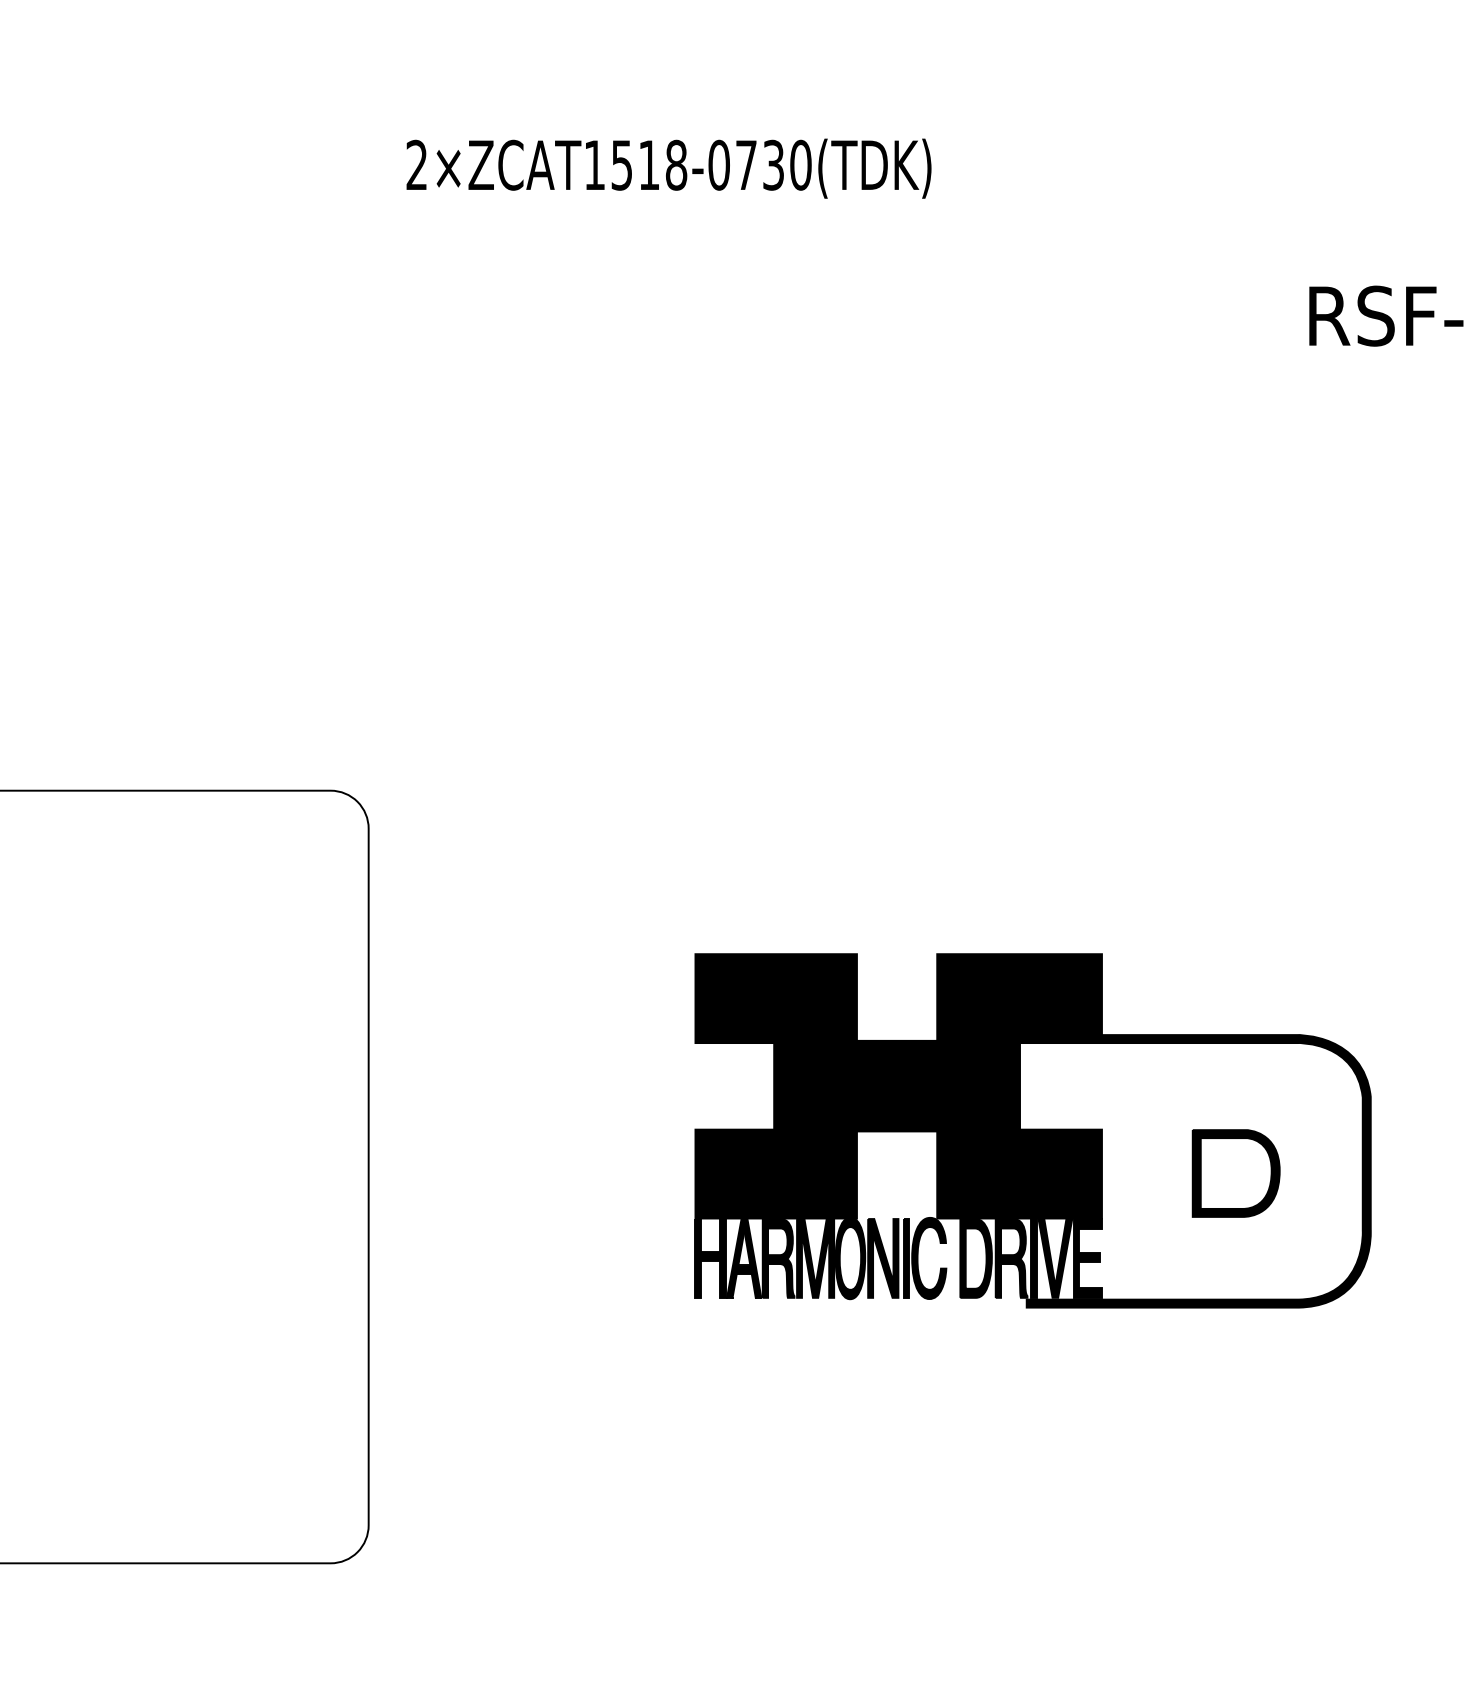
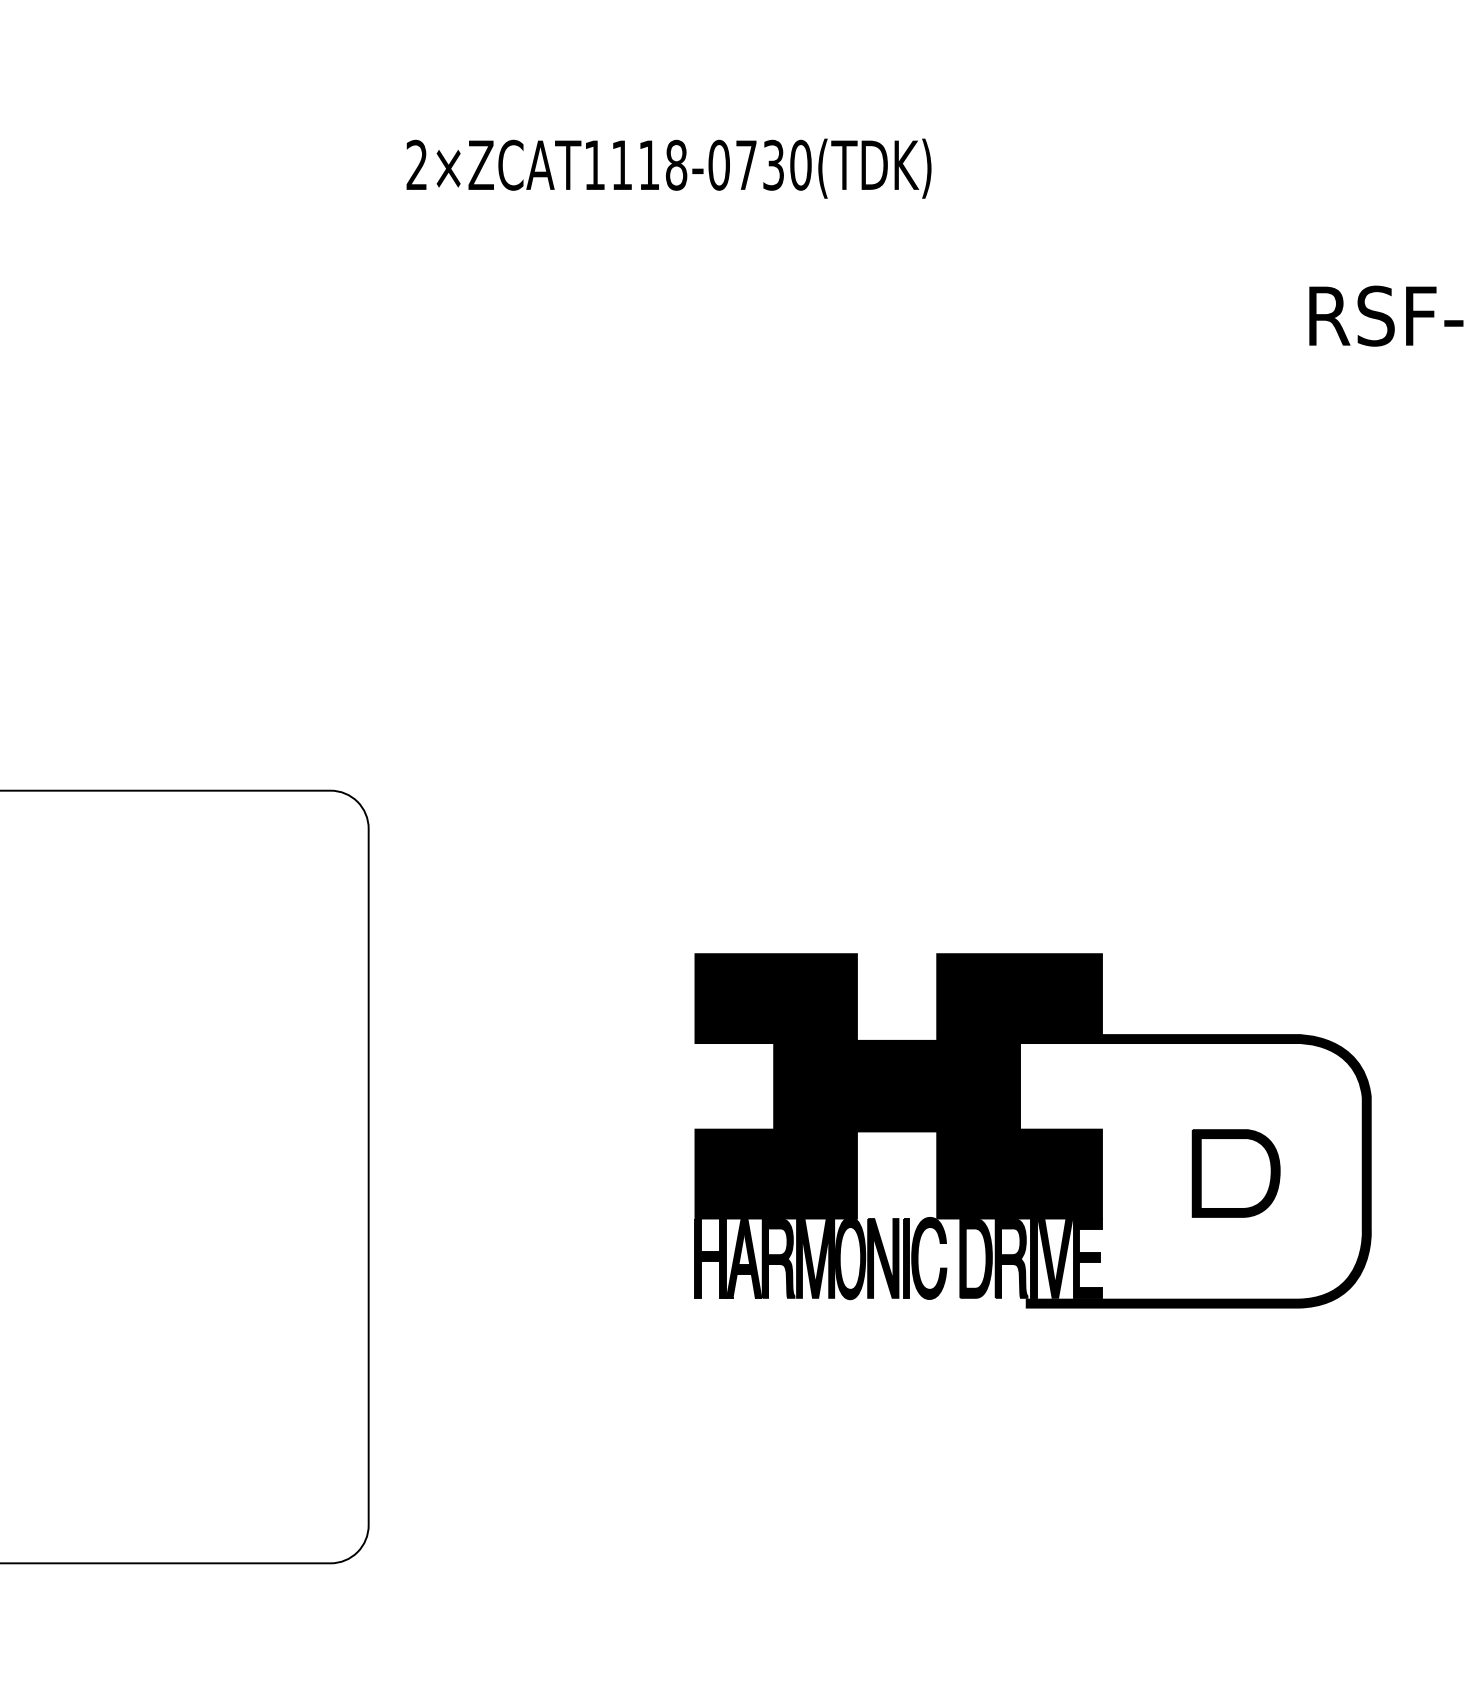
text at (621, 165): 2×ZCAT1518-0730(TDK) -> 2×ZCAT1118-0730(TDK)
